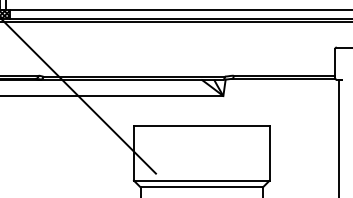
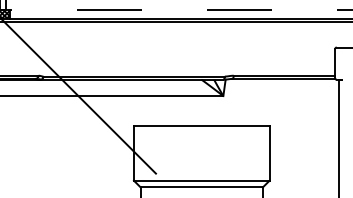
line at (176, 10): solid -> dashed
